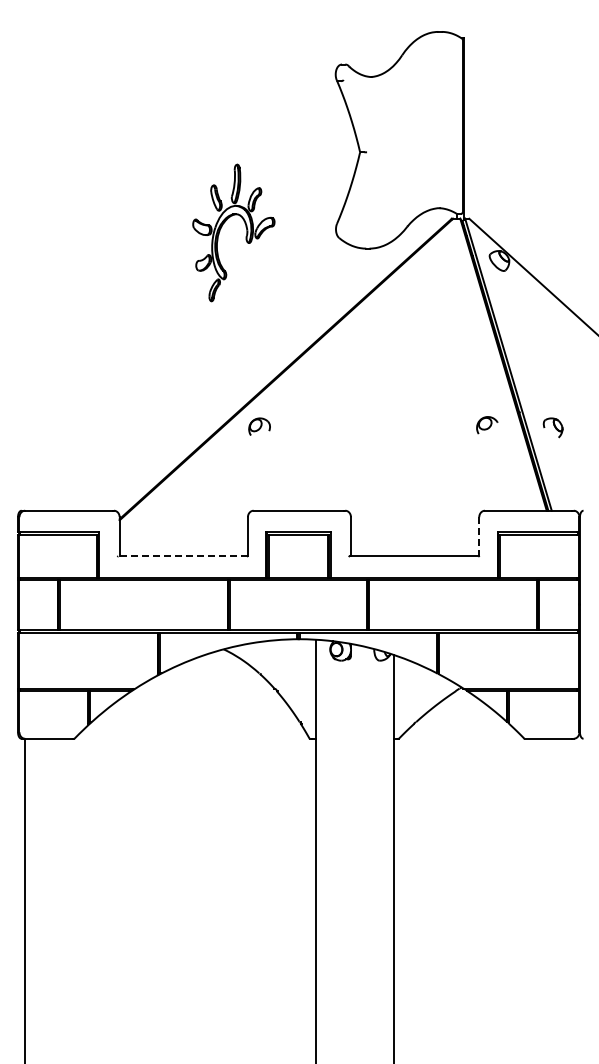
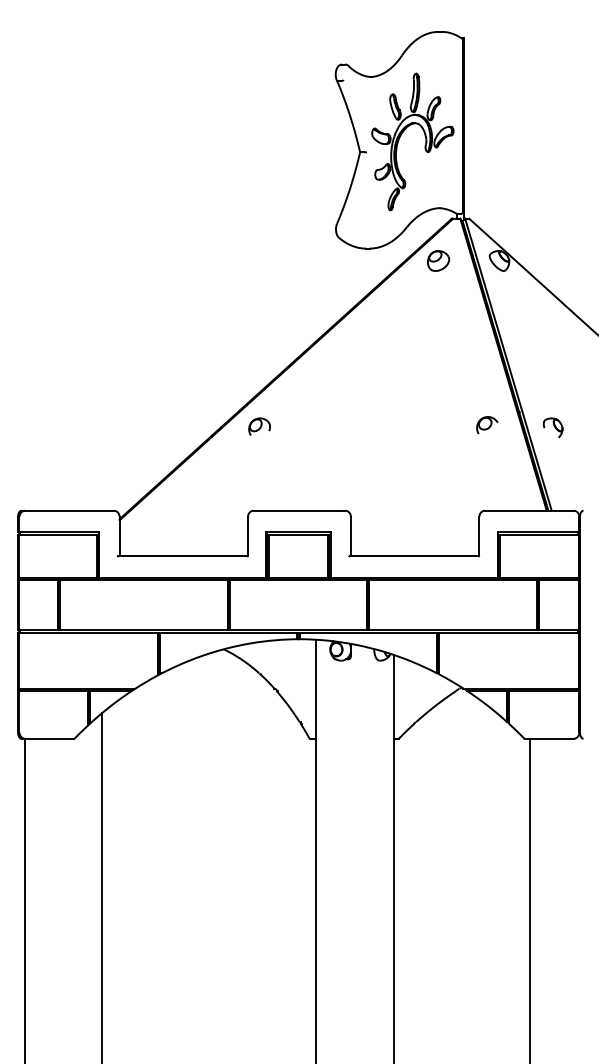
part at (222, 226) position: (222, 226) -> (401, 135)
part at (438, 260): none -> present
line at (479, 536): dashed -> solid
line at (183, 556): dashed -> solid
line at (102, 886): none -> present
line at (529, 899): none -> present
